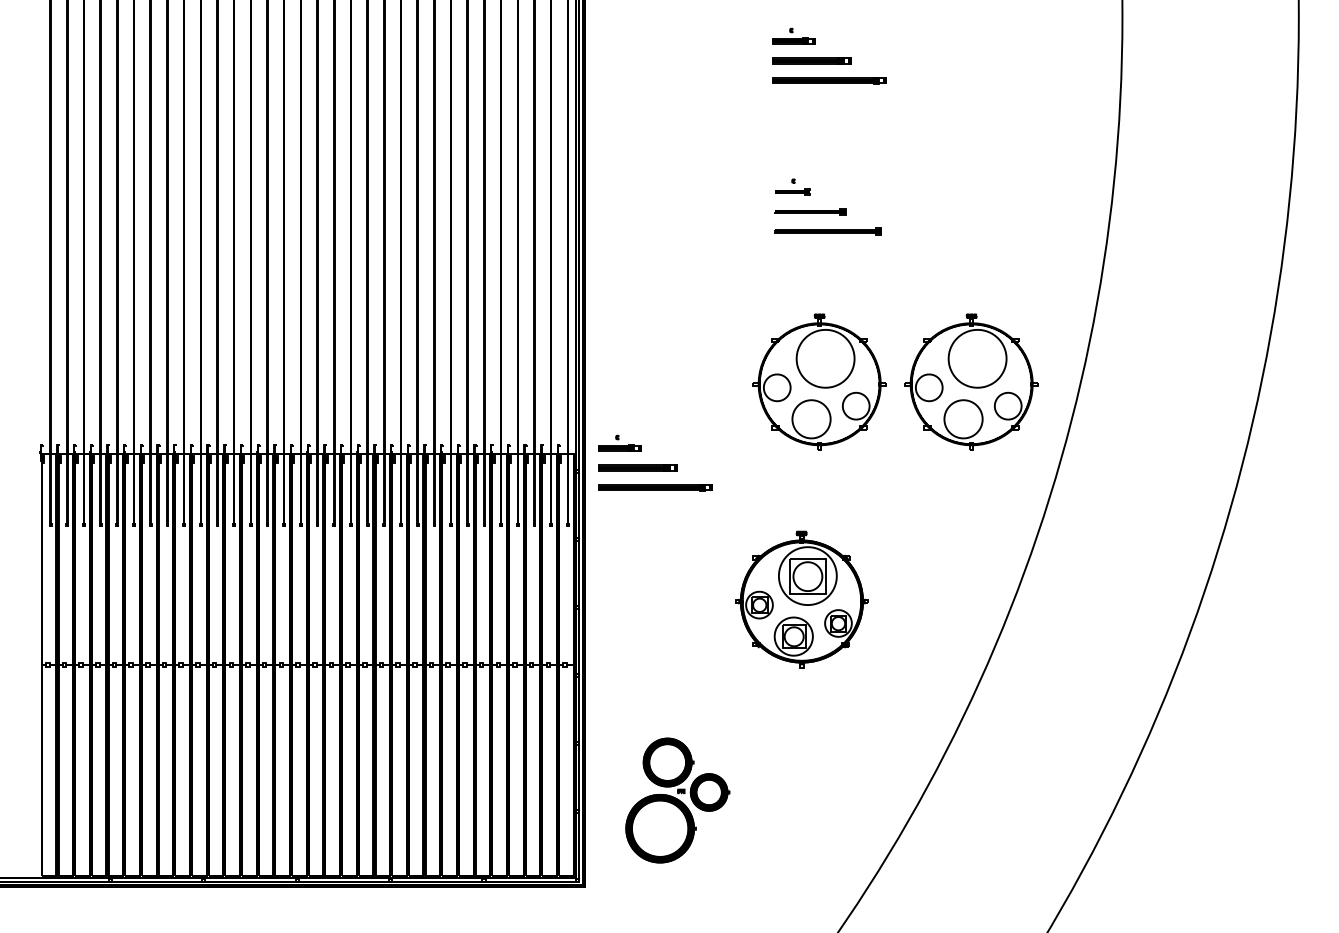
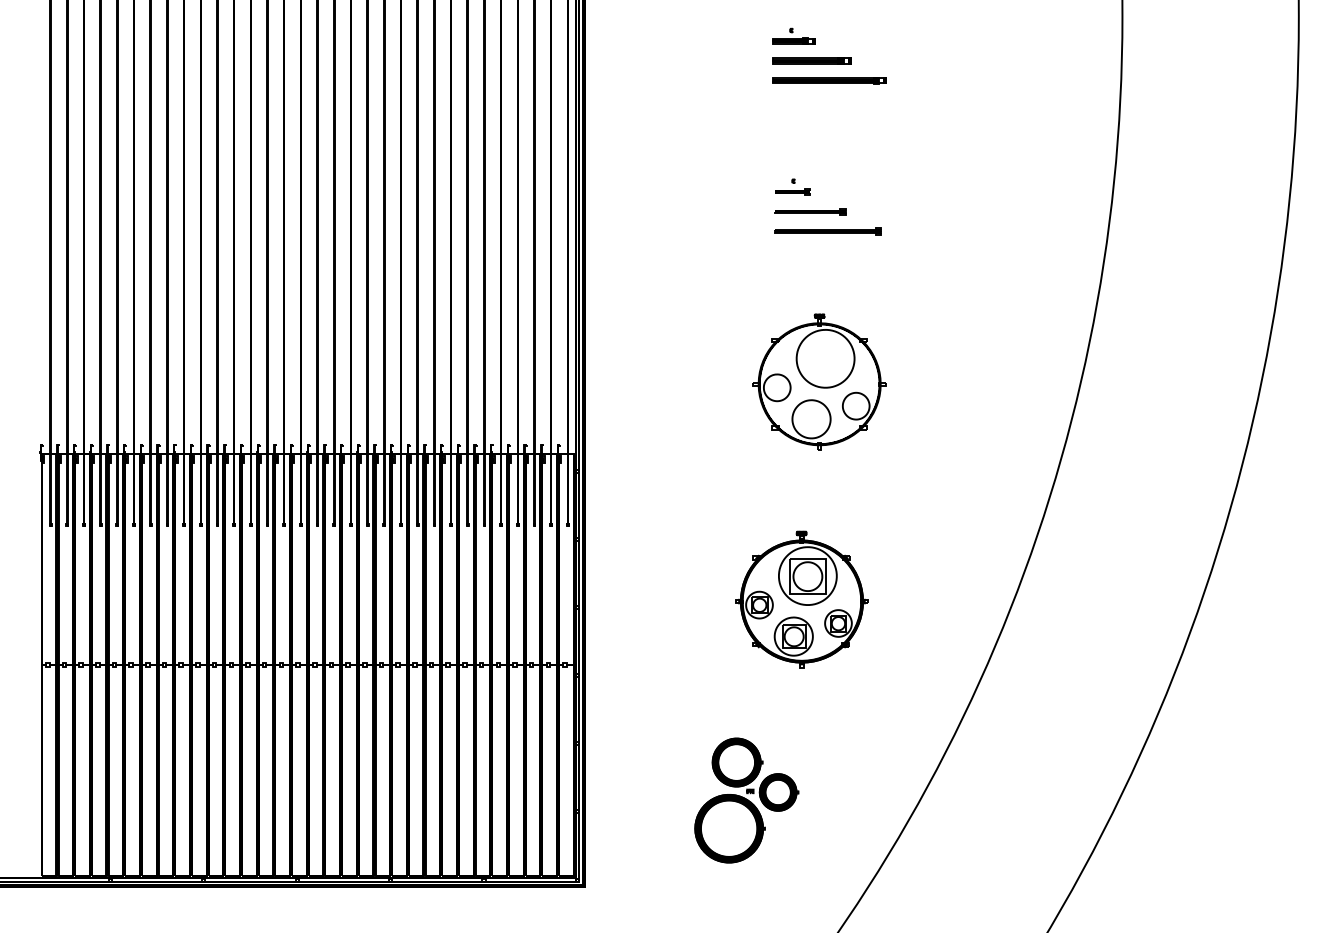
part at (971, 381): present -> none
part at (655, 462): present -> none
part at (677, 800) position: (677, 800) -> (746, 800)
